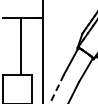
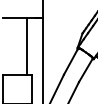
line at (20, 46) position: (20, 46) -> (26, 46)
line at (57, 89): dashed -> solid
